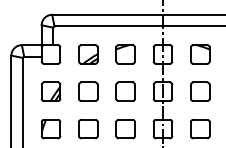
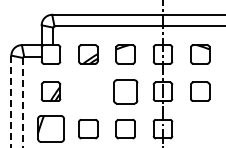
part at (88, 91): present -> none
part at (125, 91) size: 21x21 px -> 26x26 px
line at (11, 101): solid -> dashed
line at (23, 102): solid -> dashed
part at (50, 129) size: 22x21 px -> 28x28 px
part at (200, 129): present -> none
